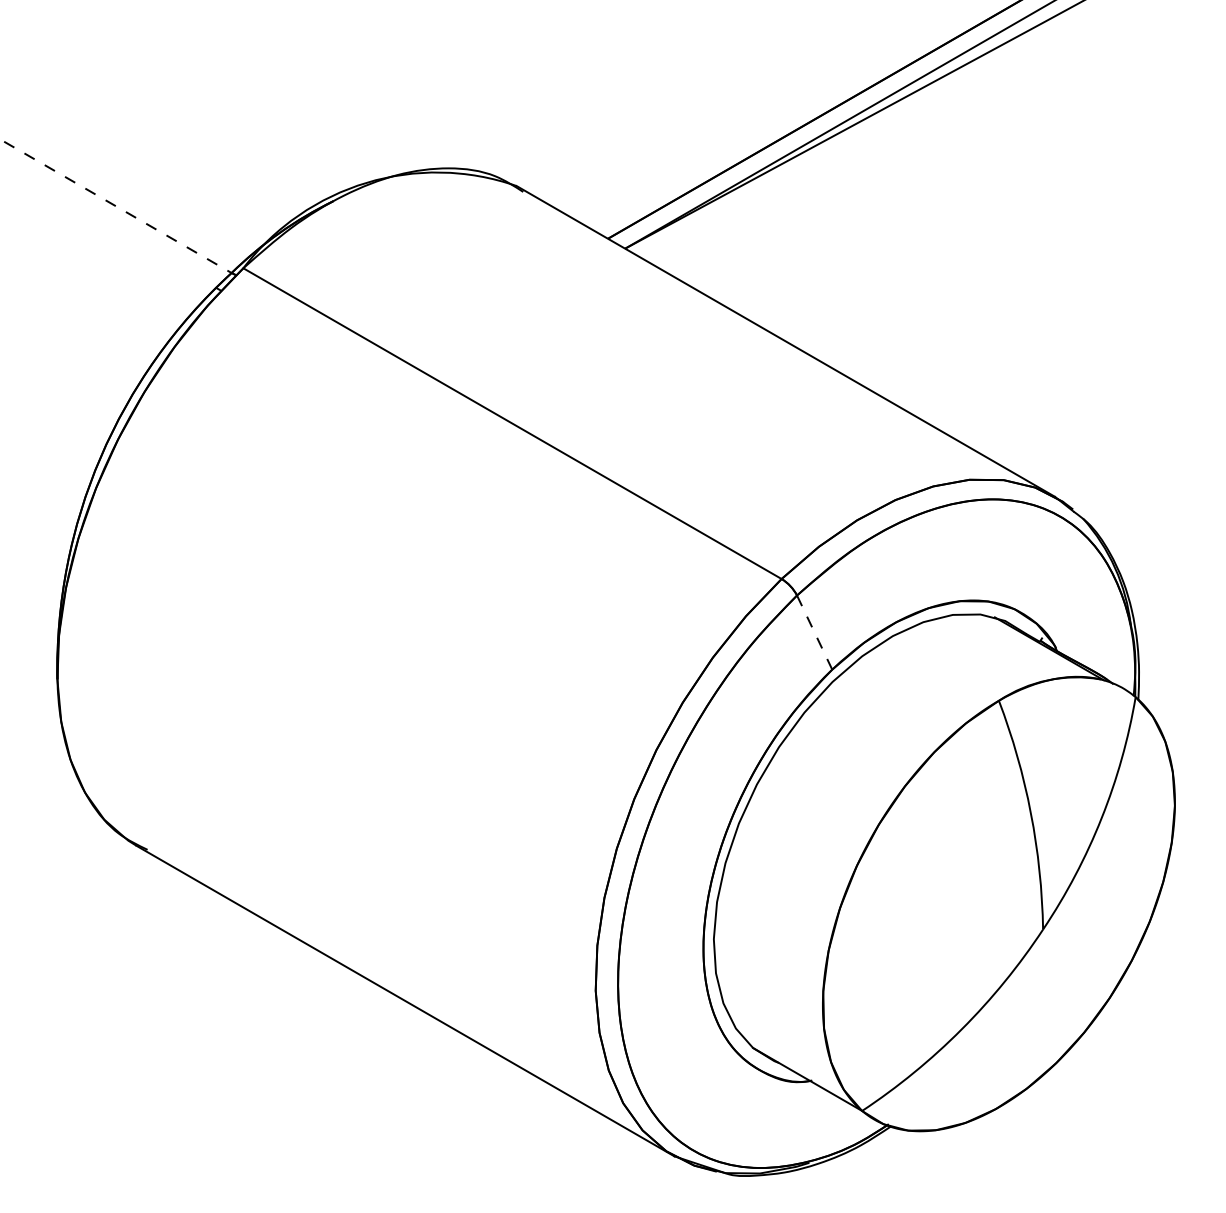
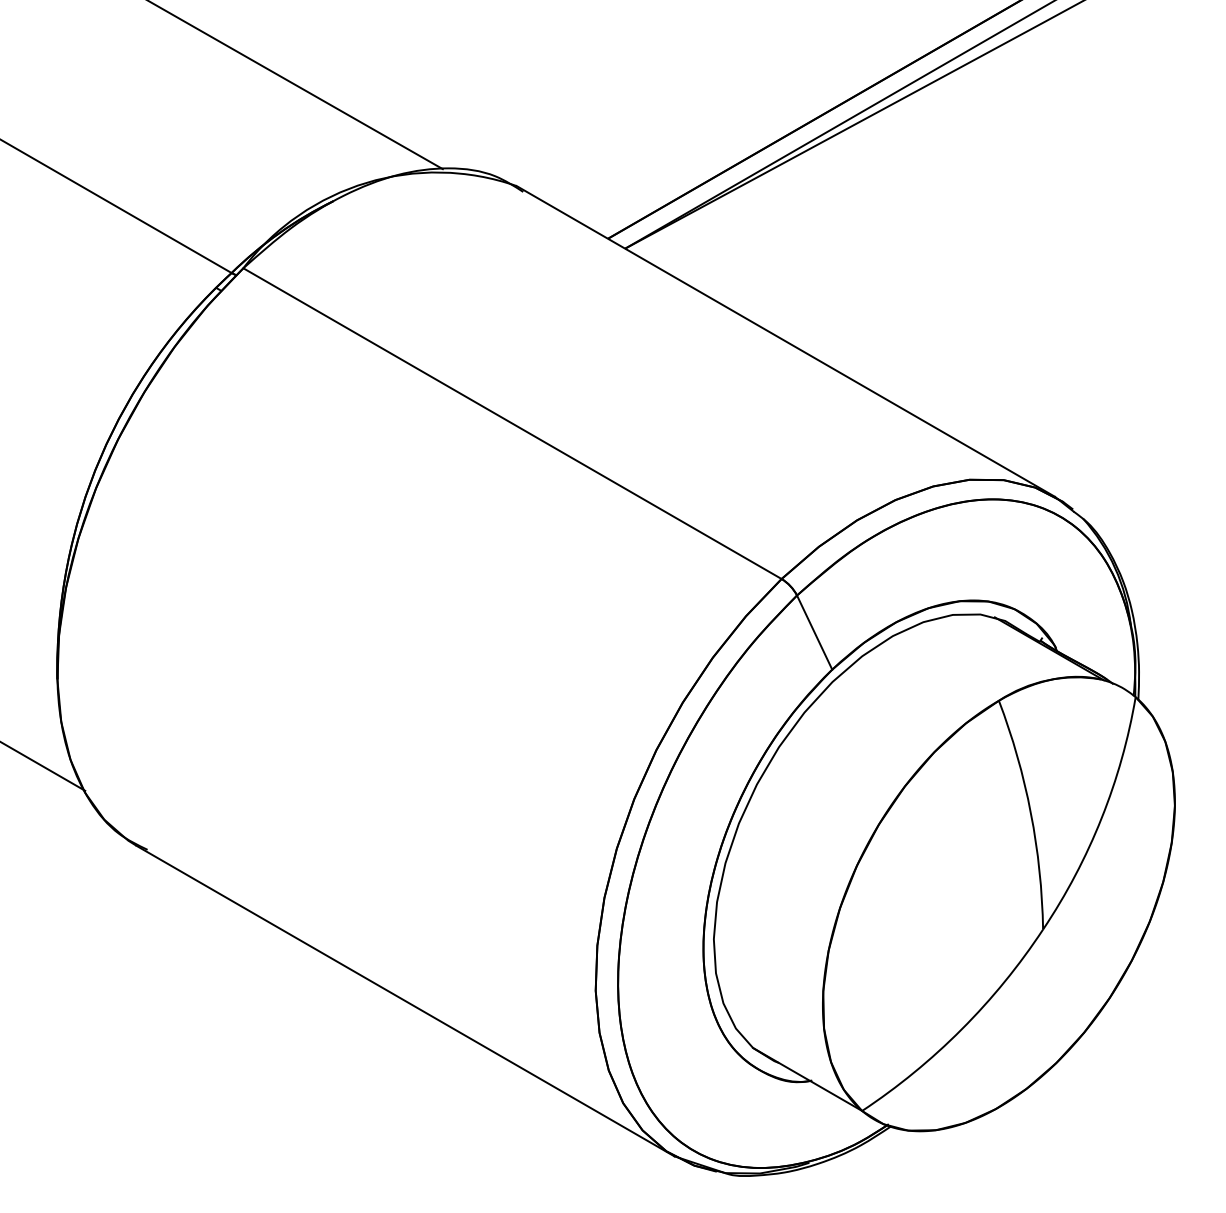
line at (296, 85): none -> present
line at (116, 206): dashed -> solid
line at (814, 633): dashed -> solid
line at (43, 766): none -> present
